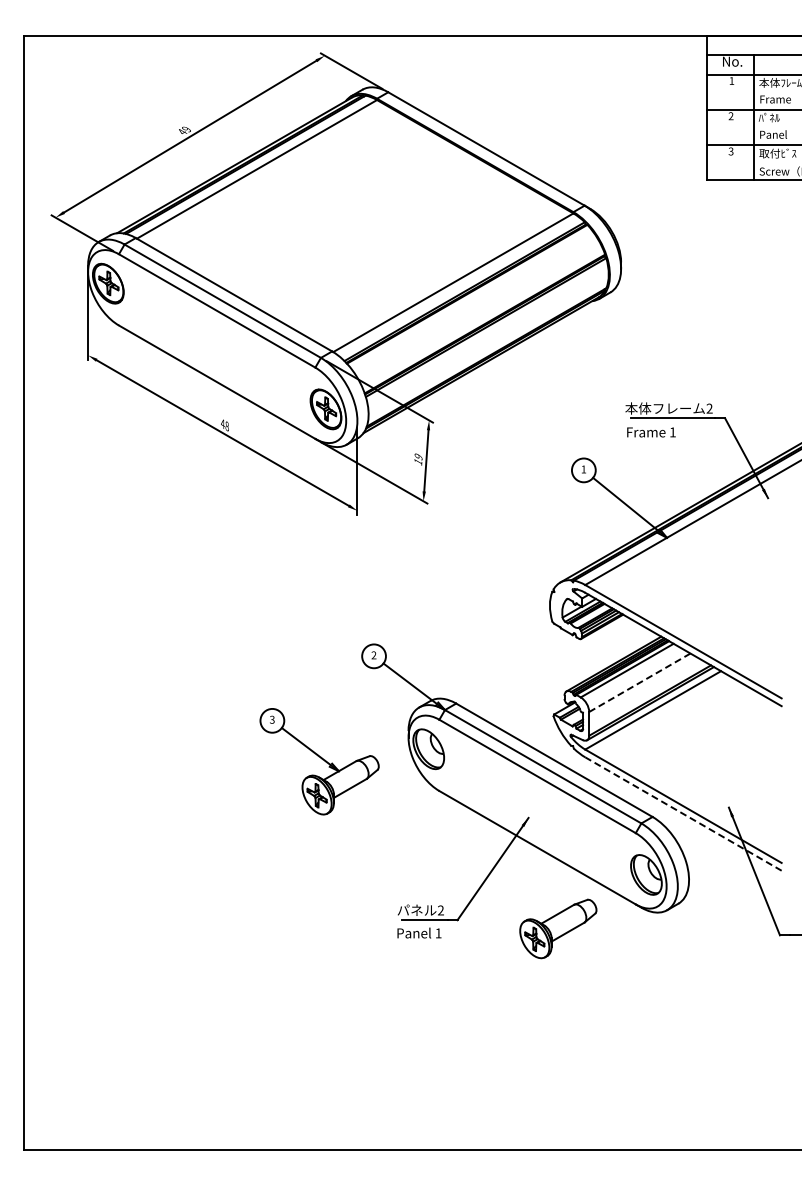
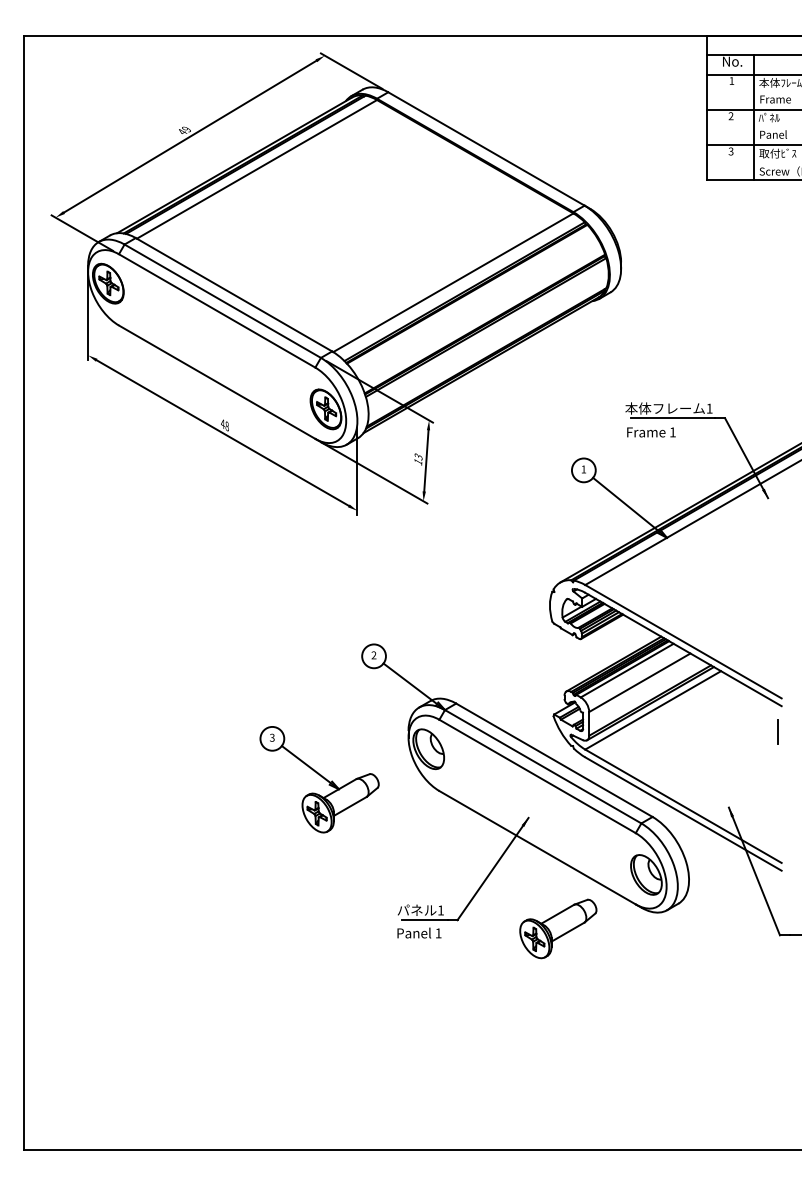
text at (709, 408): 2 -> 1
text at (418, 456): 19 -> 13
line at (639, 683): dashed -> solid
line at (777, 731): none -> present
part at (319, 761) position: (319, 761) -> (319, 779)
line at (683, 813): dashed -> solid
text at (440, 910): 2 -> 1
